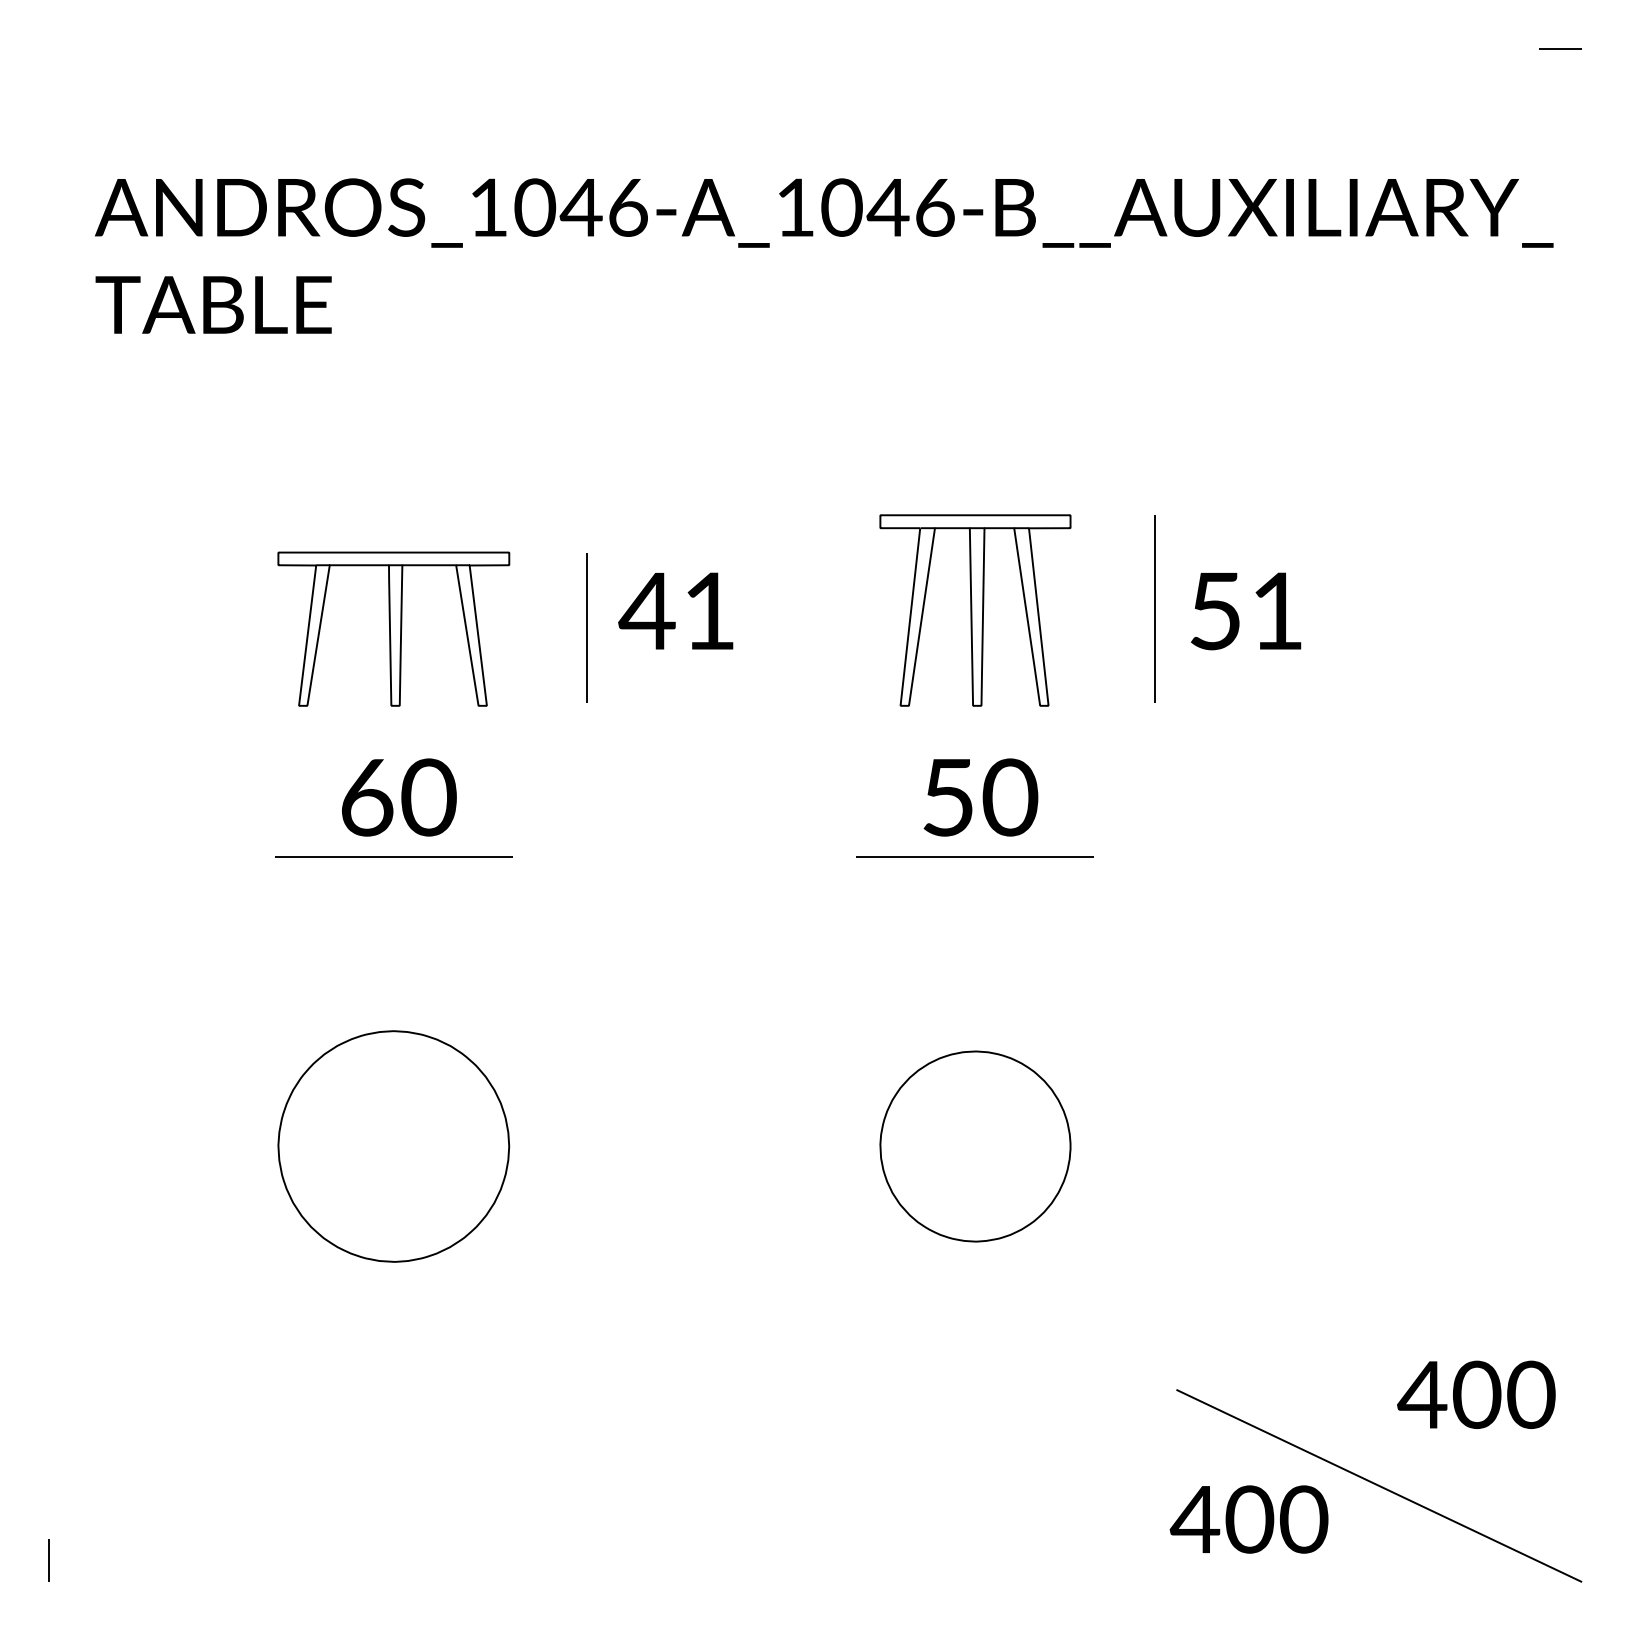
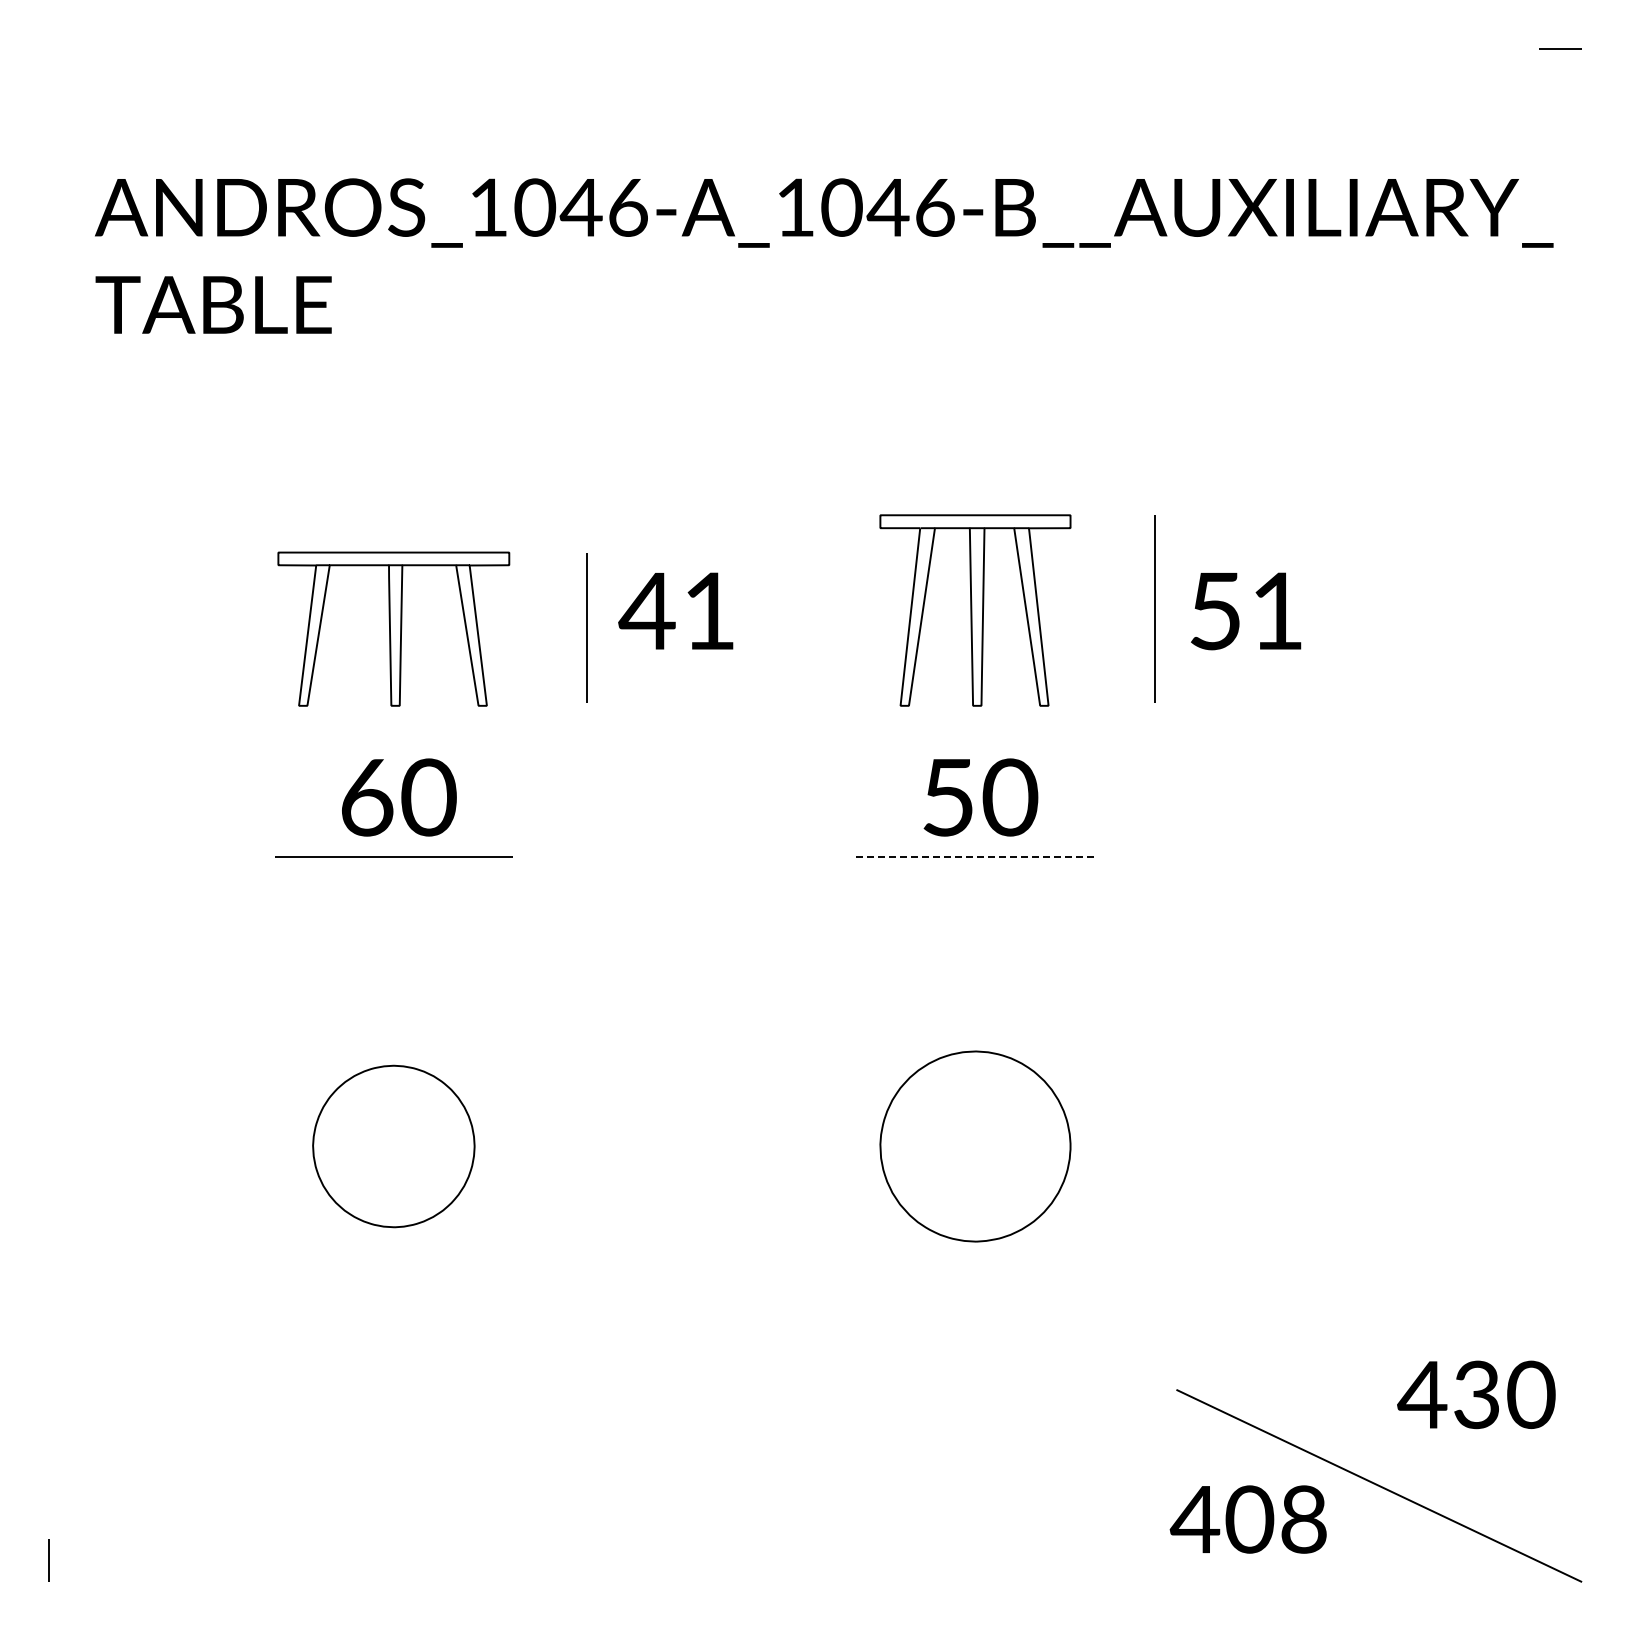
line at (975, 857): solid -> dashed
part at (393, 1146) size: 234x233 px -> 164x165 px
text at (1476, 1394): 400 -> 430
text at (1303, 1519): 400 -> 408
